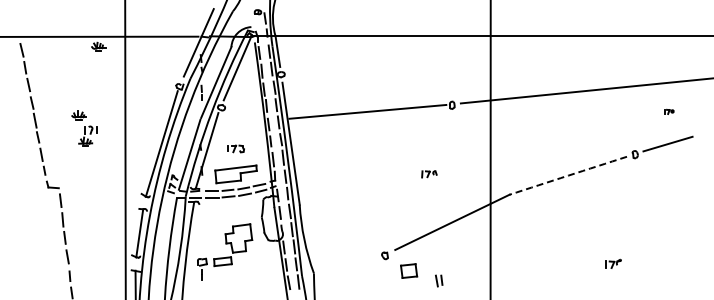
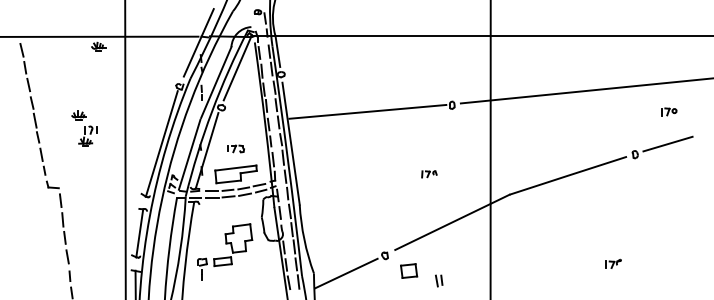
part at (669, 111) size: 11x7 px -> 17x10 px
arc at (568, 175): dashed -> solid
line at (346, 273): none -> present
